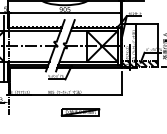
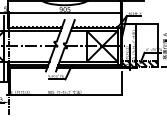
part at (80, 112): present -> none
